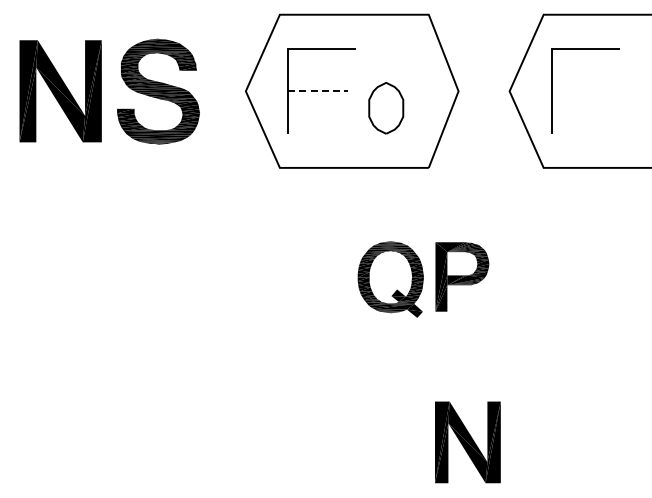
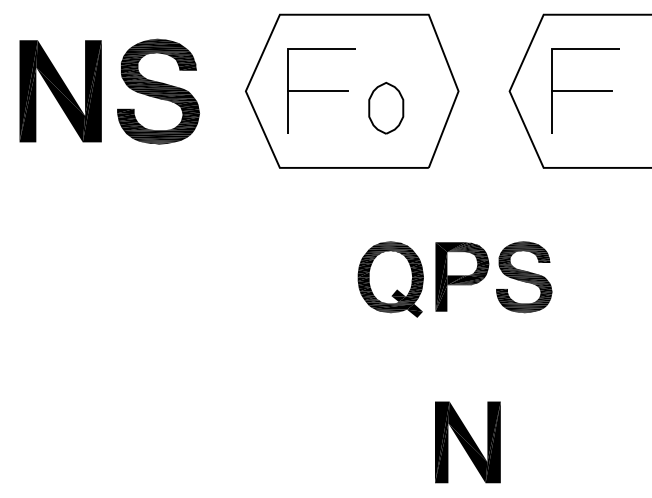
line at (318, 91): dashed -> solid
line at (581, 91): none -> present
part at (524, 277): none -> present
